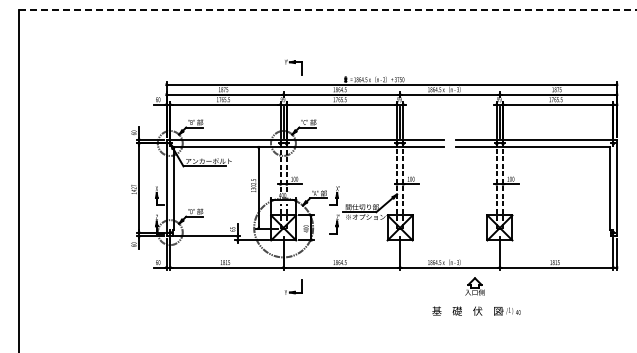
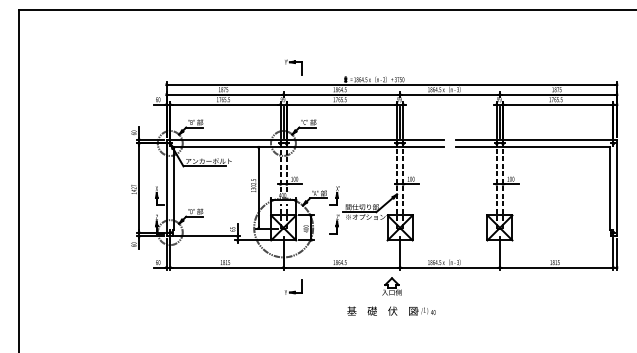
line at (327, 10): dashed -> solid
part at (474, 286) position: (474, 286) -> (391, 286)
text at (476, 310) position: (476, 310) -> (391, 310)
